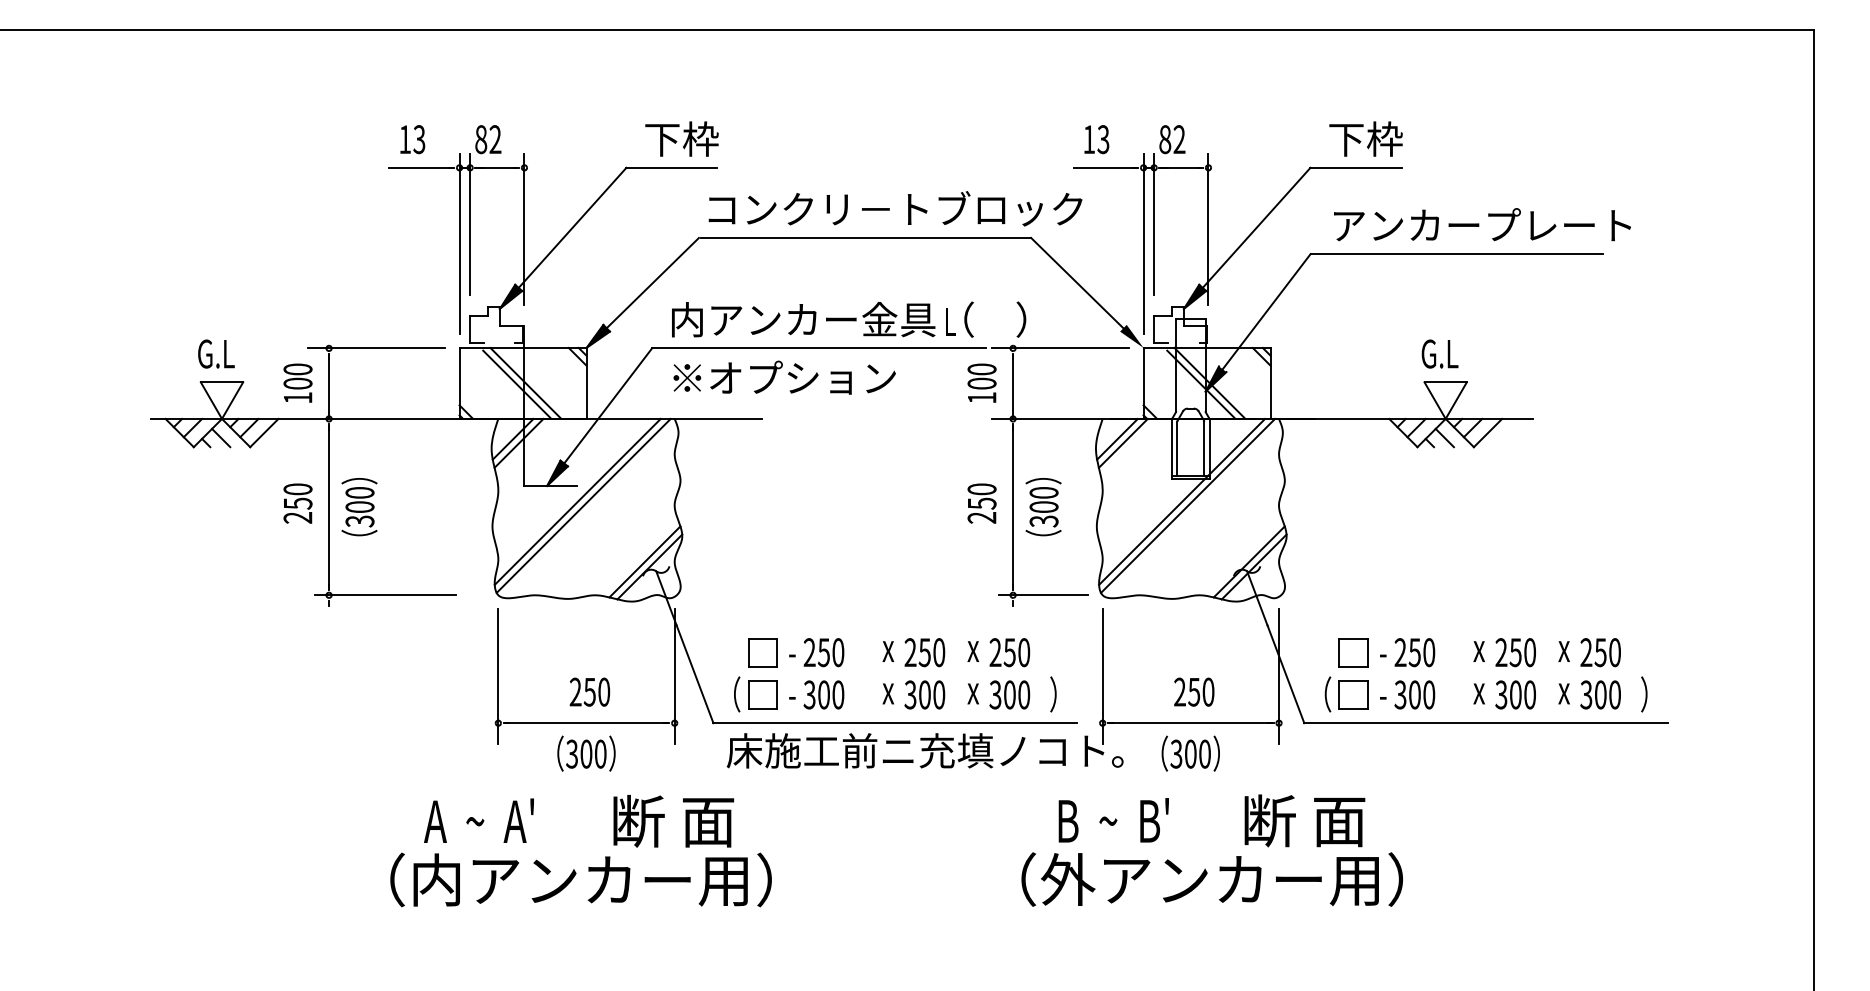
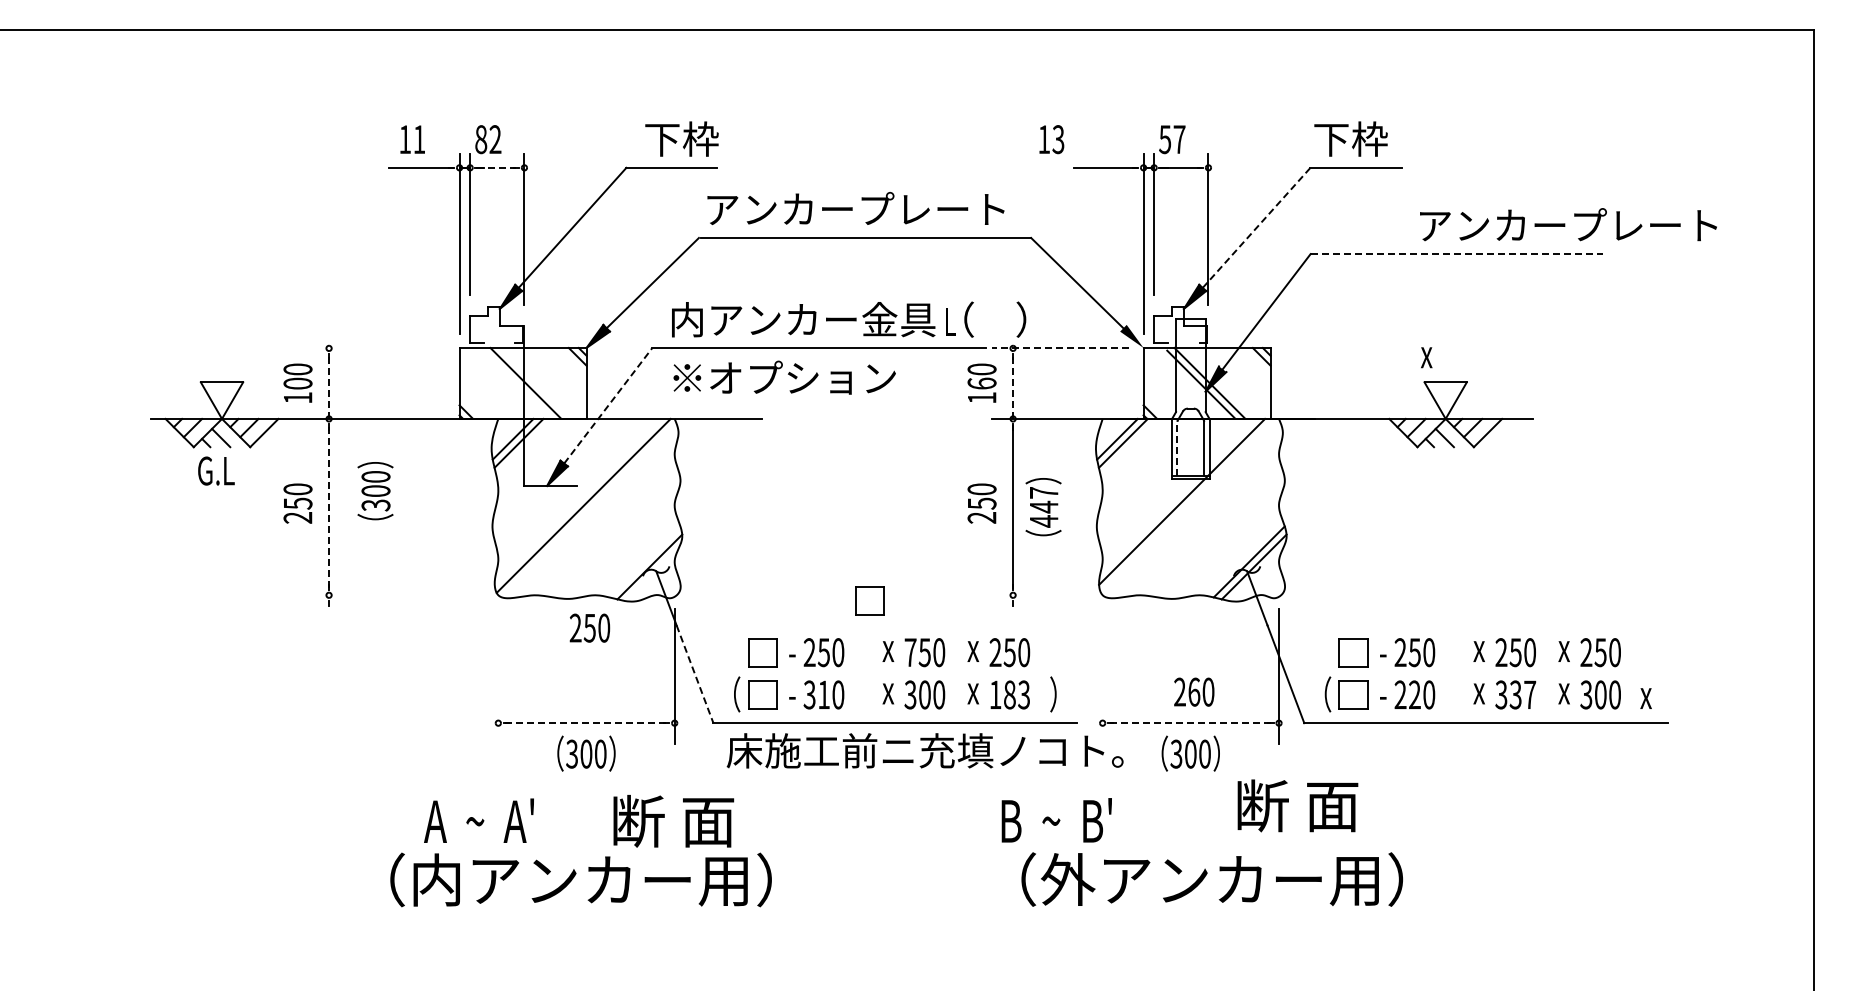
text at (1365, 138) position: (1365, 138) -> (1350, 138)
text at (419, 139): 13 -> 11
text at (1096, 139) position: (1096, 139) -> (1051, 139)
text at (1172, 139): 82 -> 57
line at (496, 167): solid -> dashed
text at (894, 208): コンクリ－トブロック -> アンカープレート
text at (1482, 224) position: (1482, 224) -> (1568, 224)
line at (1256, 227): solid -> dashed
line at (1457, 254): solid -> dashed
line at (376, 348): present -> none
line at (1060, 348): solid -> dashed
text at (216, 353) position: (216, 353) -> (216, 470)
text at (1439, 353): G.L -> x
text at (981, 383): 100 -> 160
line at (517, 384): present -> none
line at (329, 387): solid -> dashed
line at (1013, 387): solid -> dashed
line at (608, 405): solid -> dashed
line at (1177, 448): solid -> dashed
line at (577, 501): present -> none
line at (1188, 505): present -> none
line at (329, 506): solid -> dashed
text at (359, 507) position: (359, 507) -> (375, 491)
text at (1043, 507): 300 -> 447
line at (644, 561): present -> none
line at (385, 595): present -> none
line at (1042, 595): present -> none
part at (869, 600): none -> present
text at (910, 652): 250 -> 750
line at (695, 674): solid -> dashed
line at (498, 676): present -> none
line at (1102, 676): present -> none
text at (589, 691) position: (589, 691) -> (589, 627)
text at (1194, 691): 250 -> 260
text at (823, 694): 300 -> 310
text at (1009, 694): 300 -> 183
text at (1407, 694): 300 -> 220
text at (1522, 694): 300 -> 337
text at (1645, 694): ） -> x
line at (587, 723): solid -> dashed
line at (1191, 723): solid -> dashed
text at (1113, 820) position: (1113, 820) -> (1056, 820)
text at (1304, 820) position: (1304, 820) -> (1297, 805)
